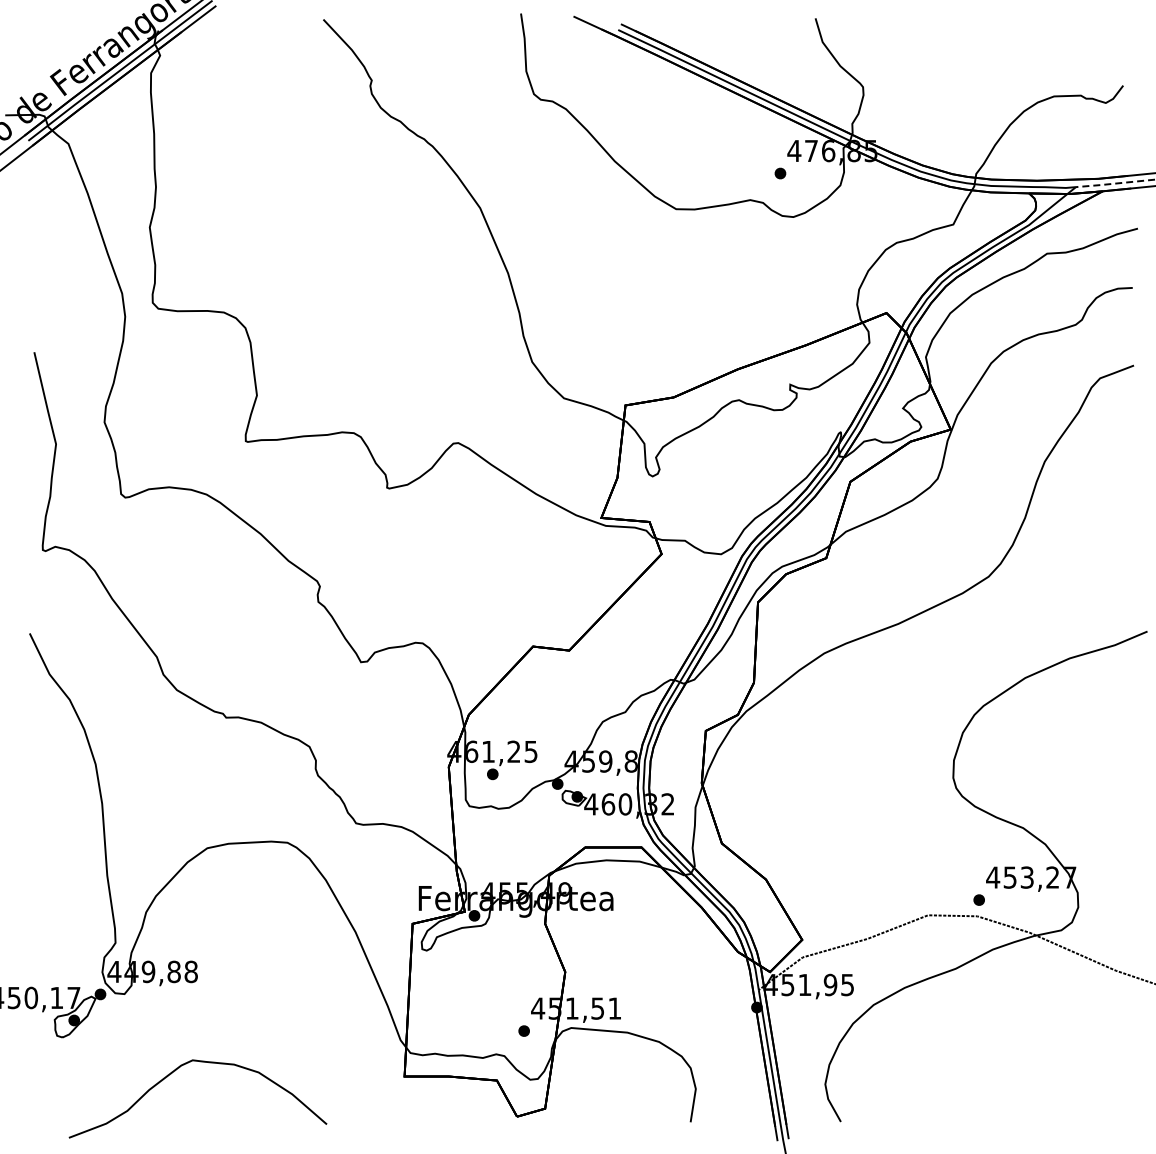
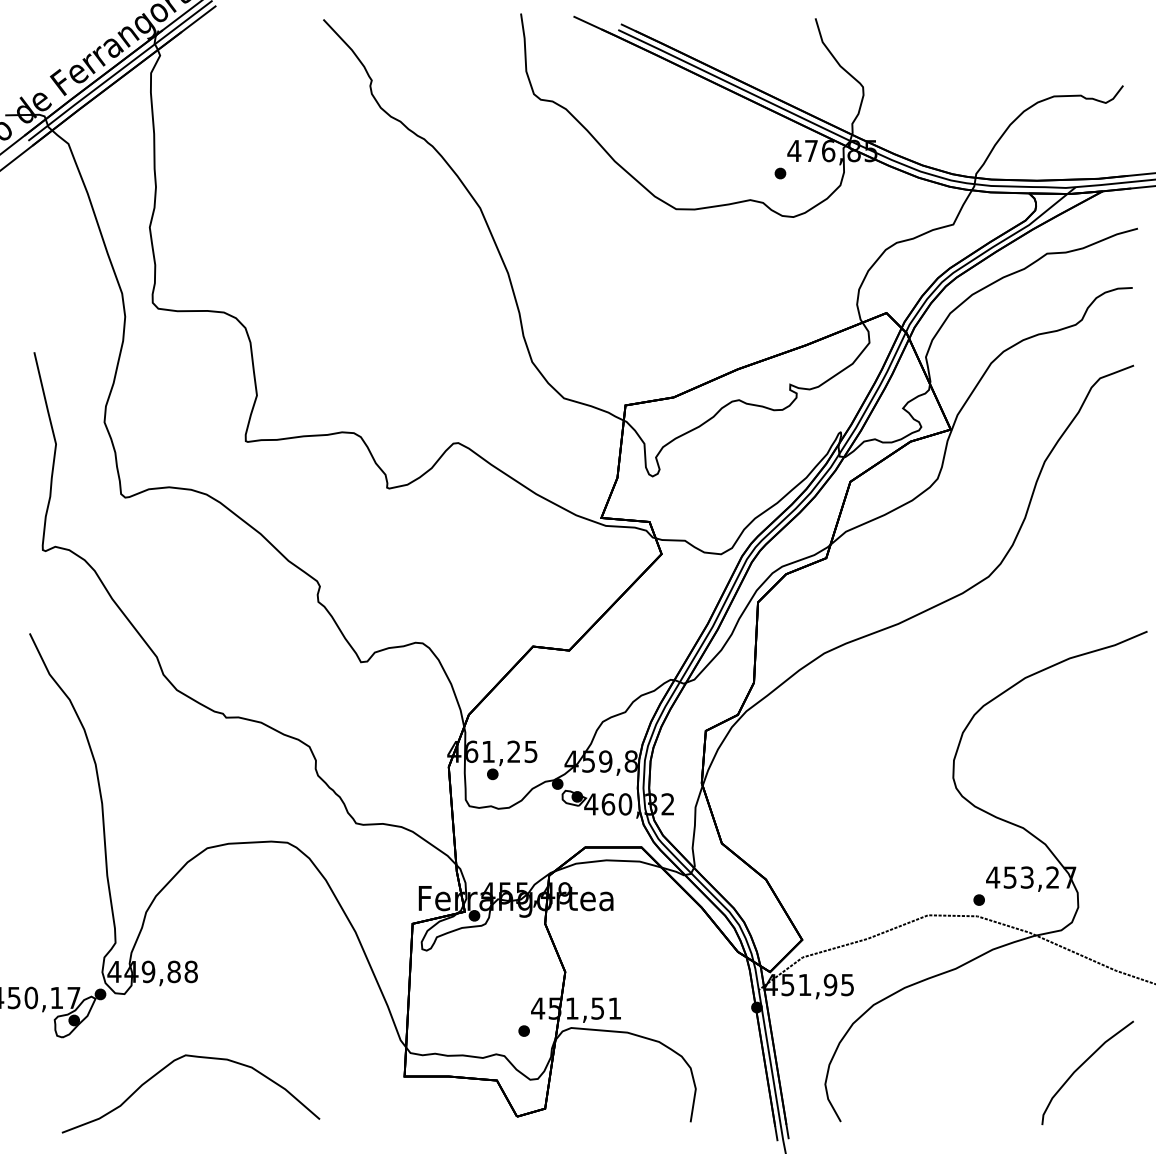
line at (1114, 183): dashed -> solid
curve at (1081, 1066): none -> present
curve at (175, 1071) position: (175, 1071) -> (168, 1066)
